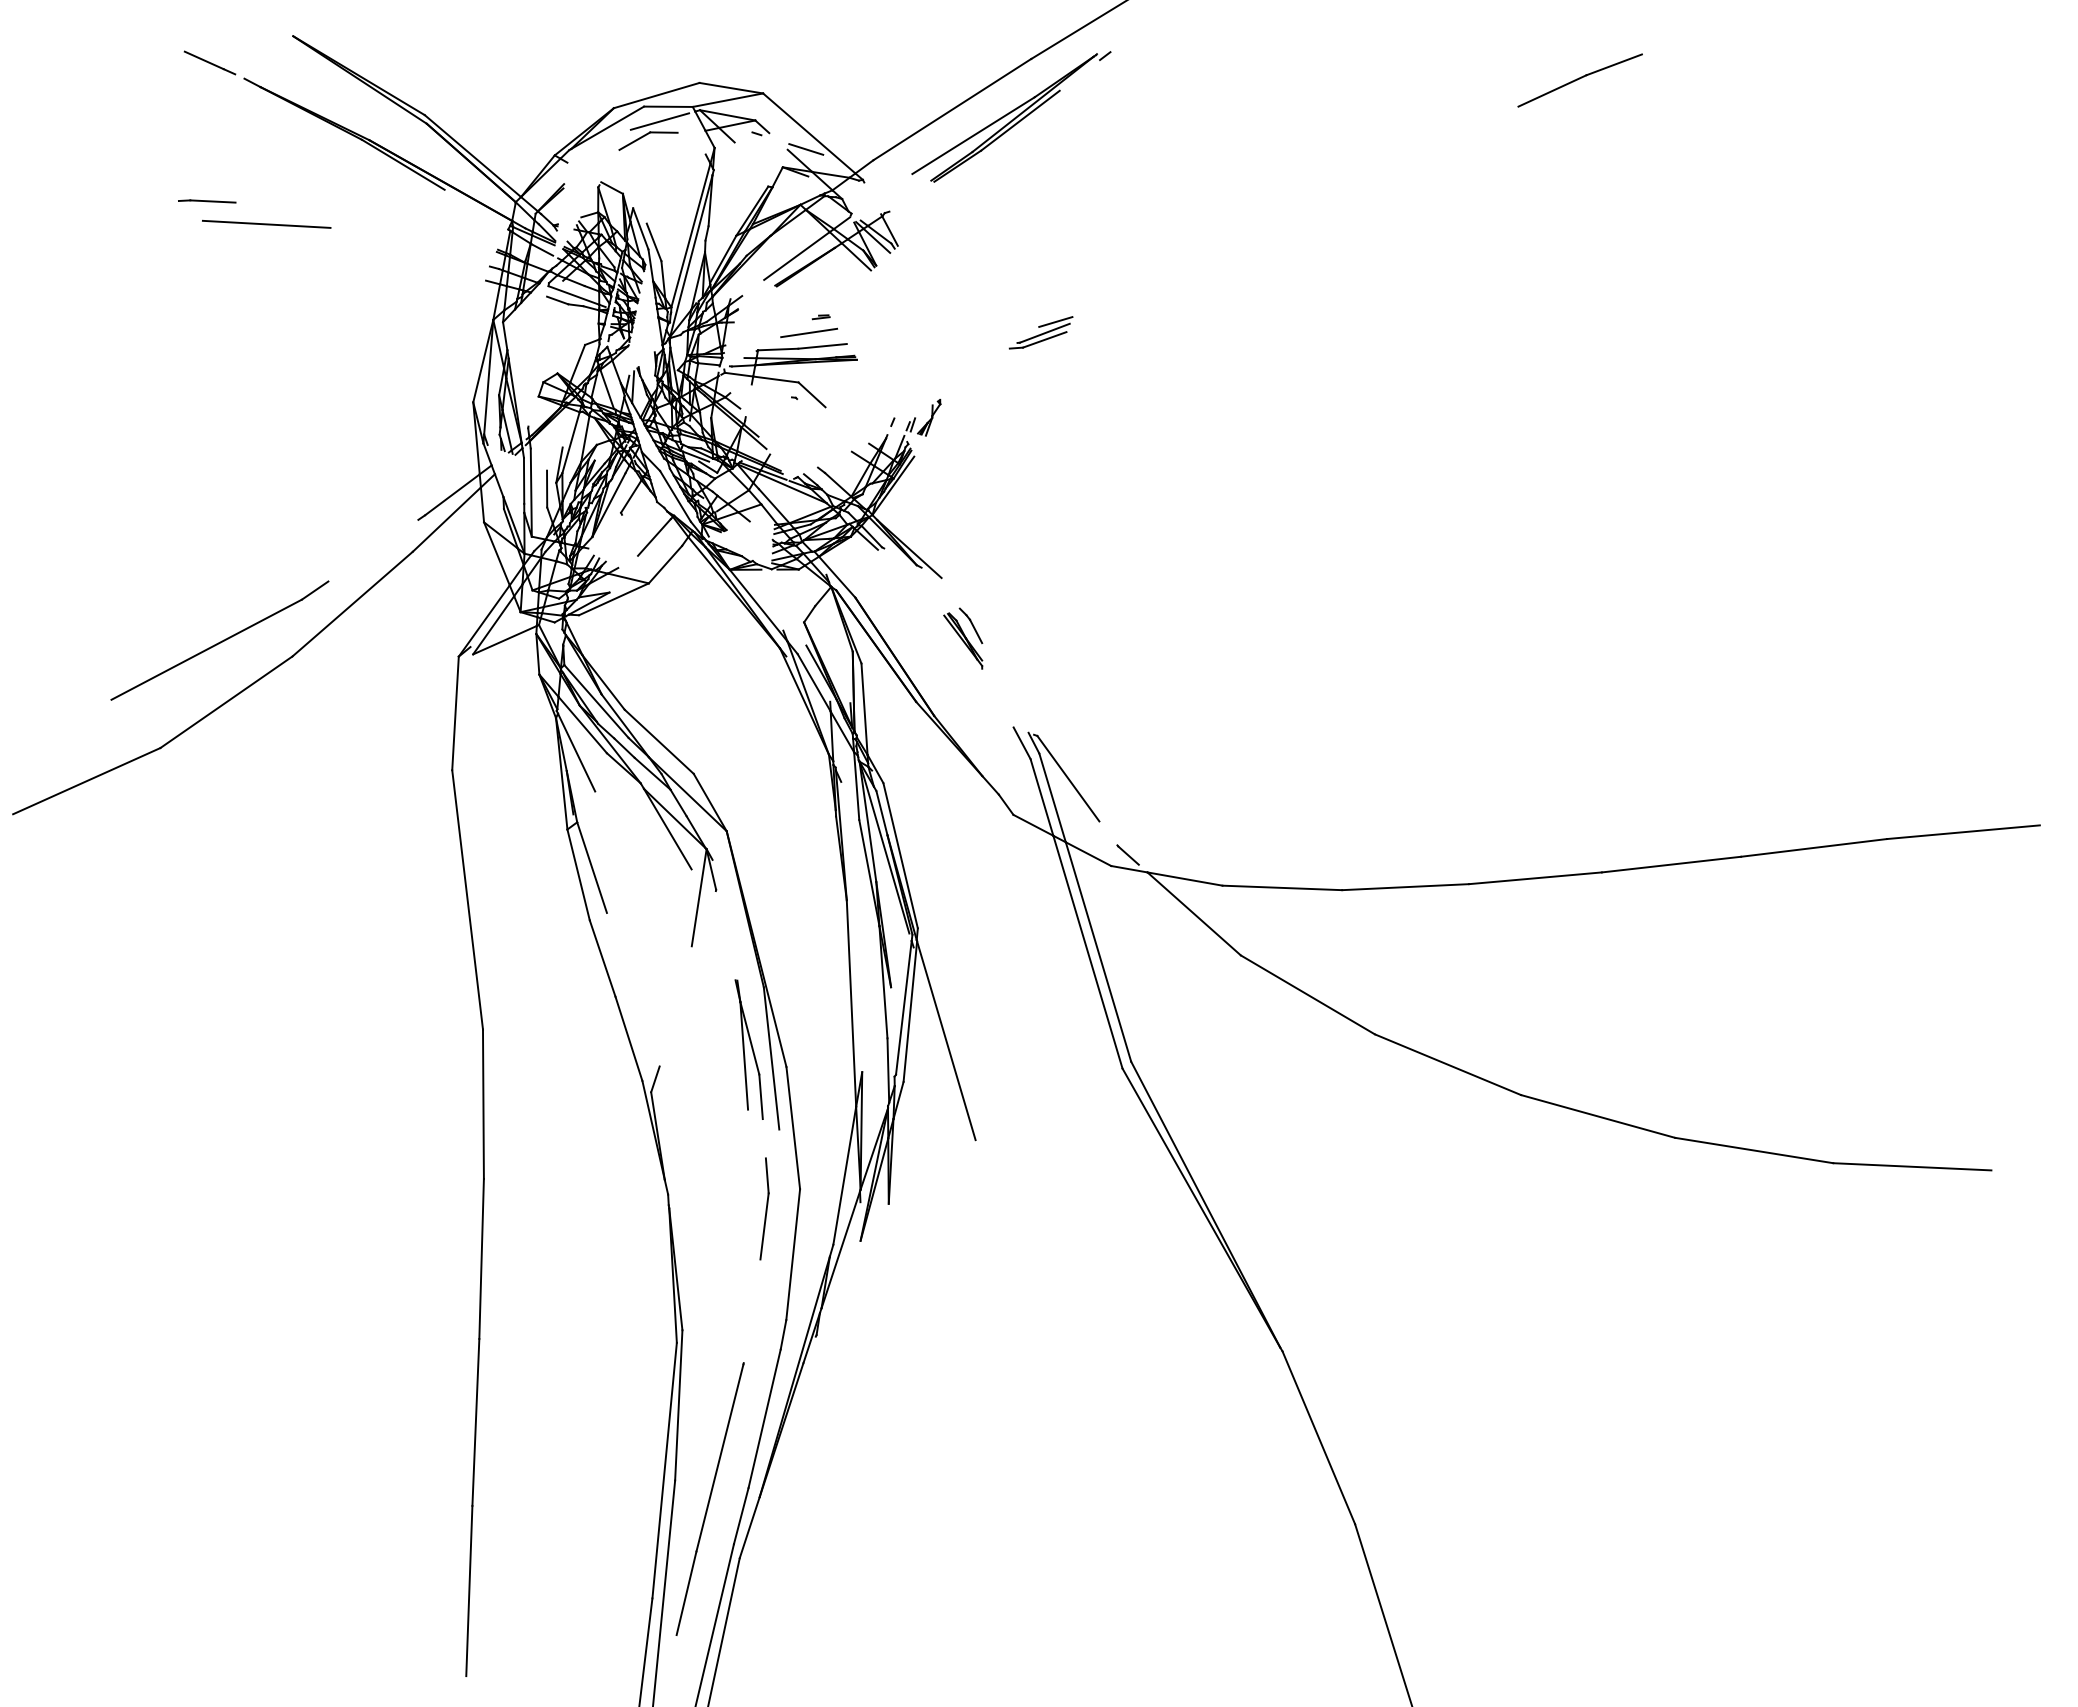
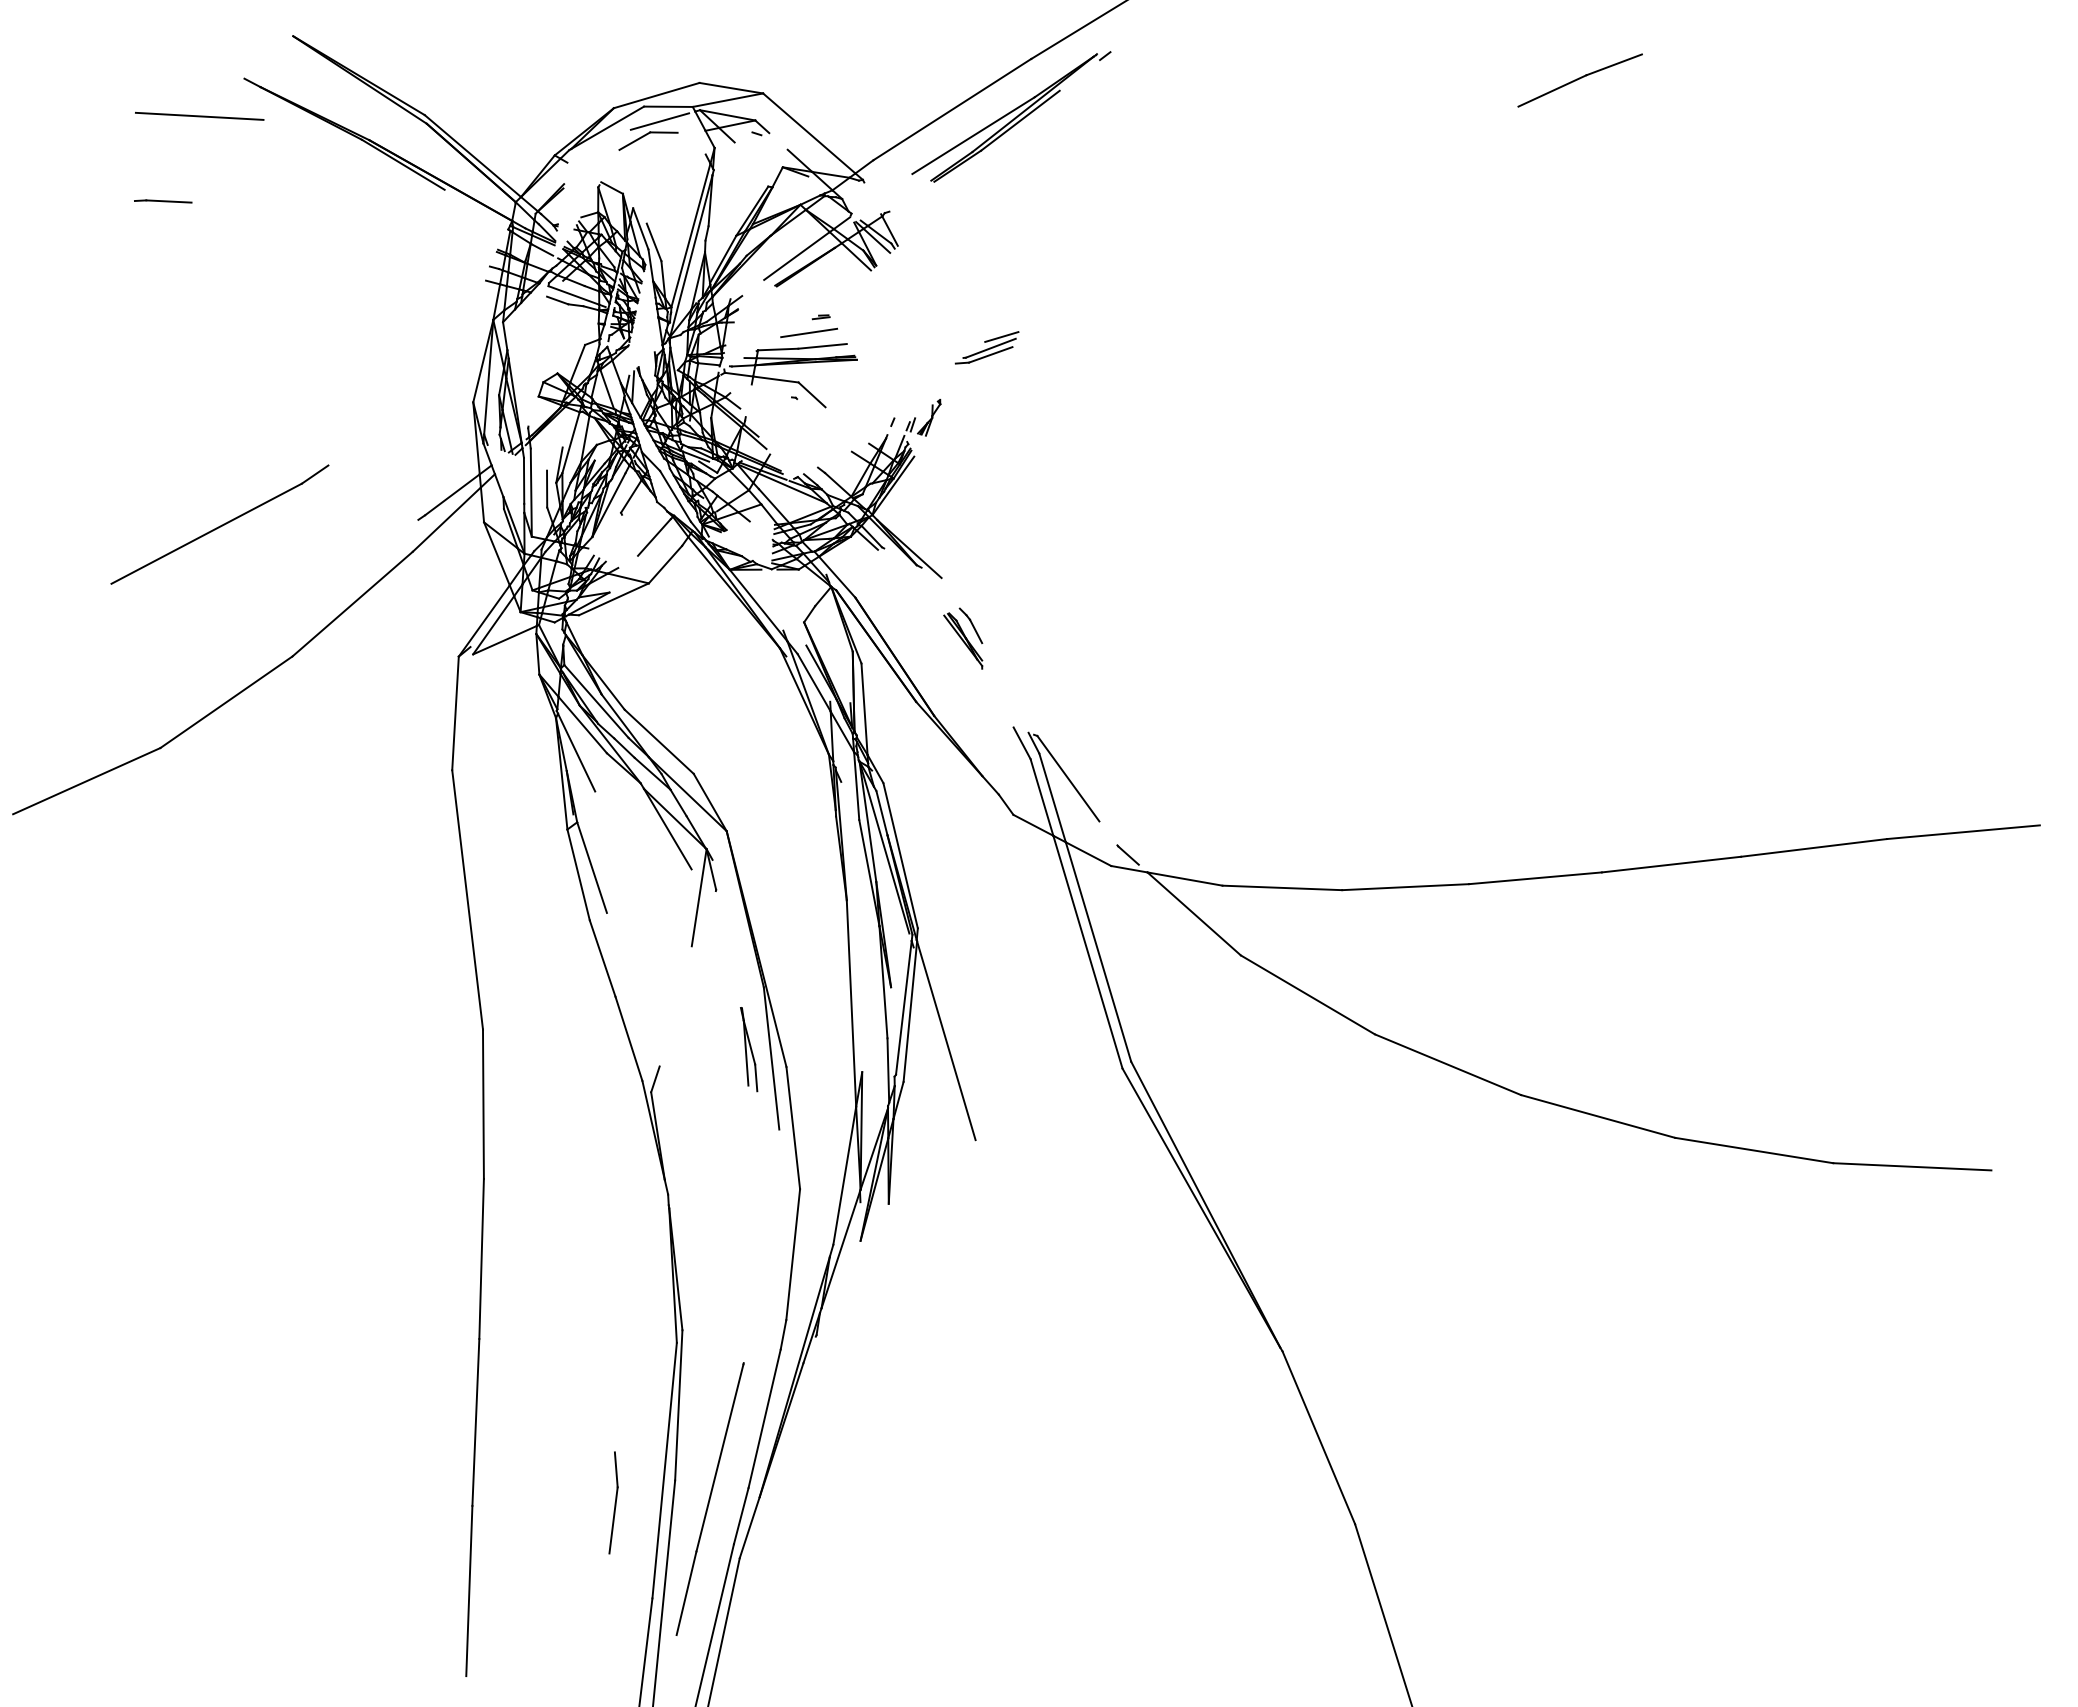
line at (209, 62): present -> none
line at (806, 149): present -> none
line at (207, 201) position: (207, 201) -> (163, 201)
line at (266, 223) position: (266, 223) -> (199, 115)
part at (1040, 332) position: (1040, 332) -> (986, 347)
part at (219, 640) position: (219, 640) -> (219, 524)
part at (748, 1049) size: 30x141 px -> 19x86 px
part at (764, 1208) position: (764, 1208) -> (613, 1502)
